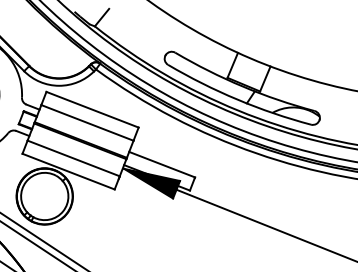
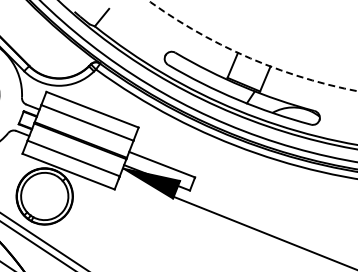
arc at (247, 57): solid -> dashed
line at (265, 224) position: (265, 224) -> (263, 232)
